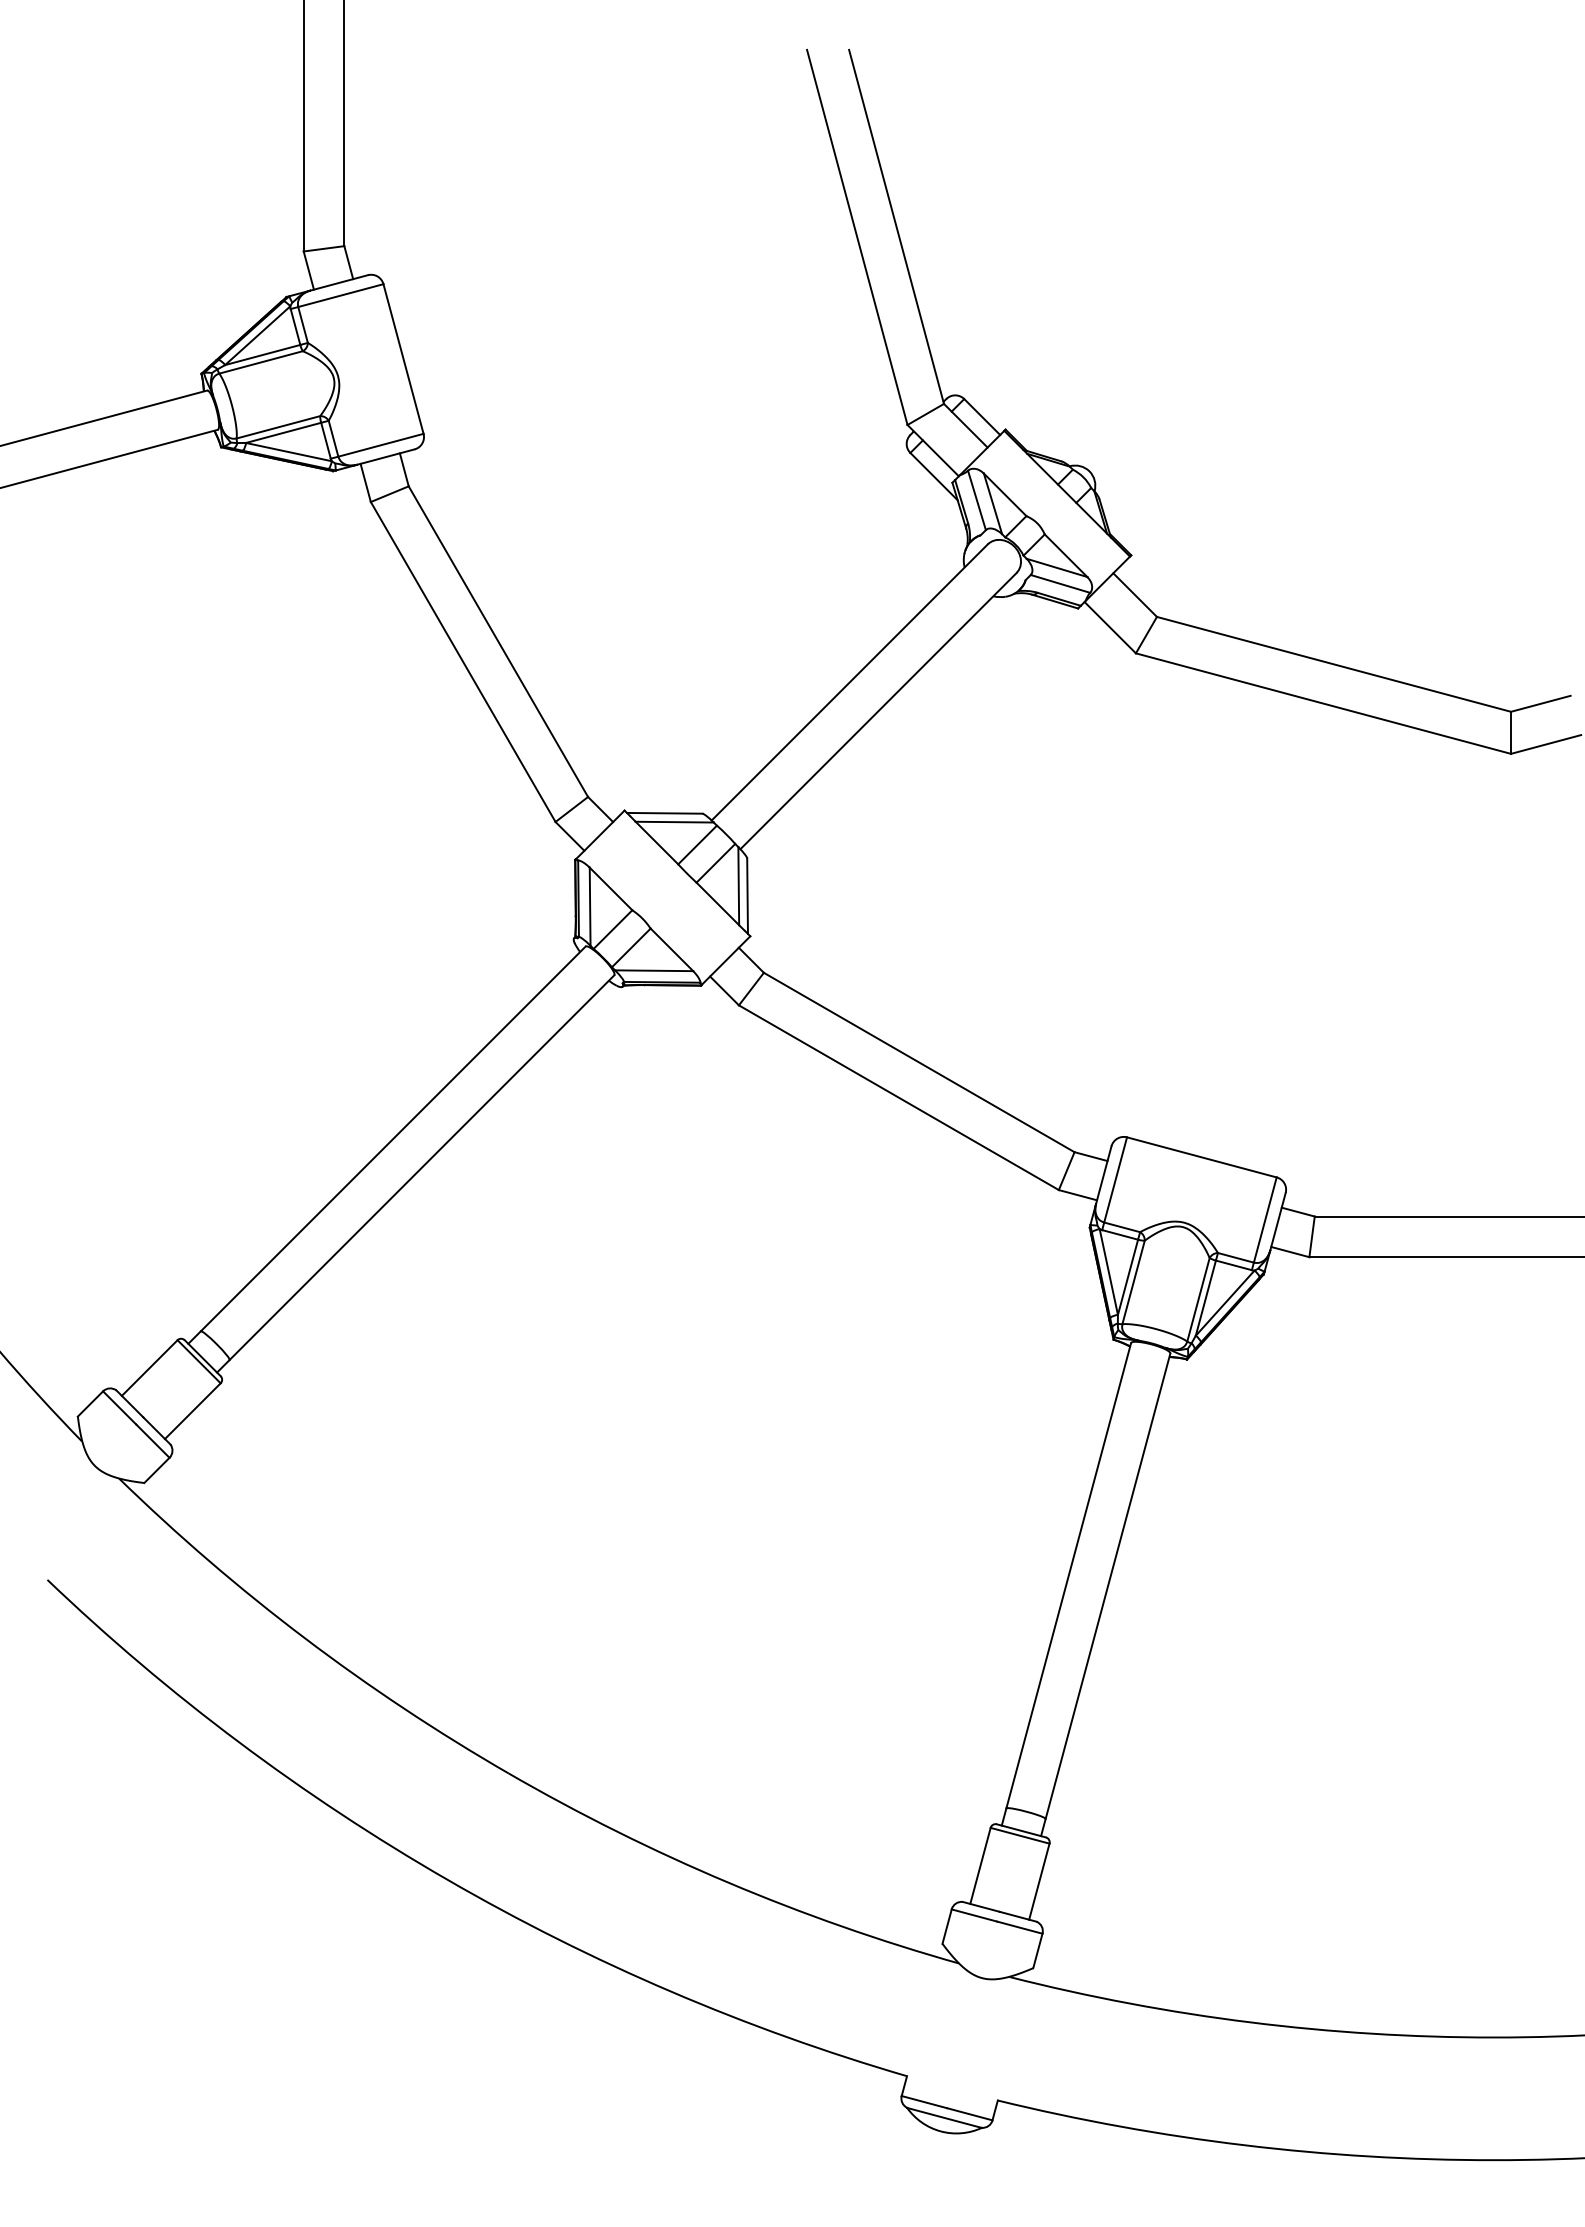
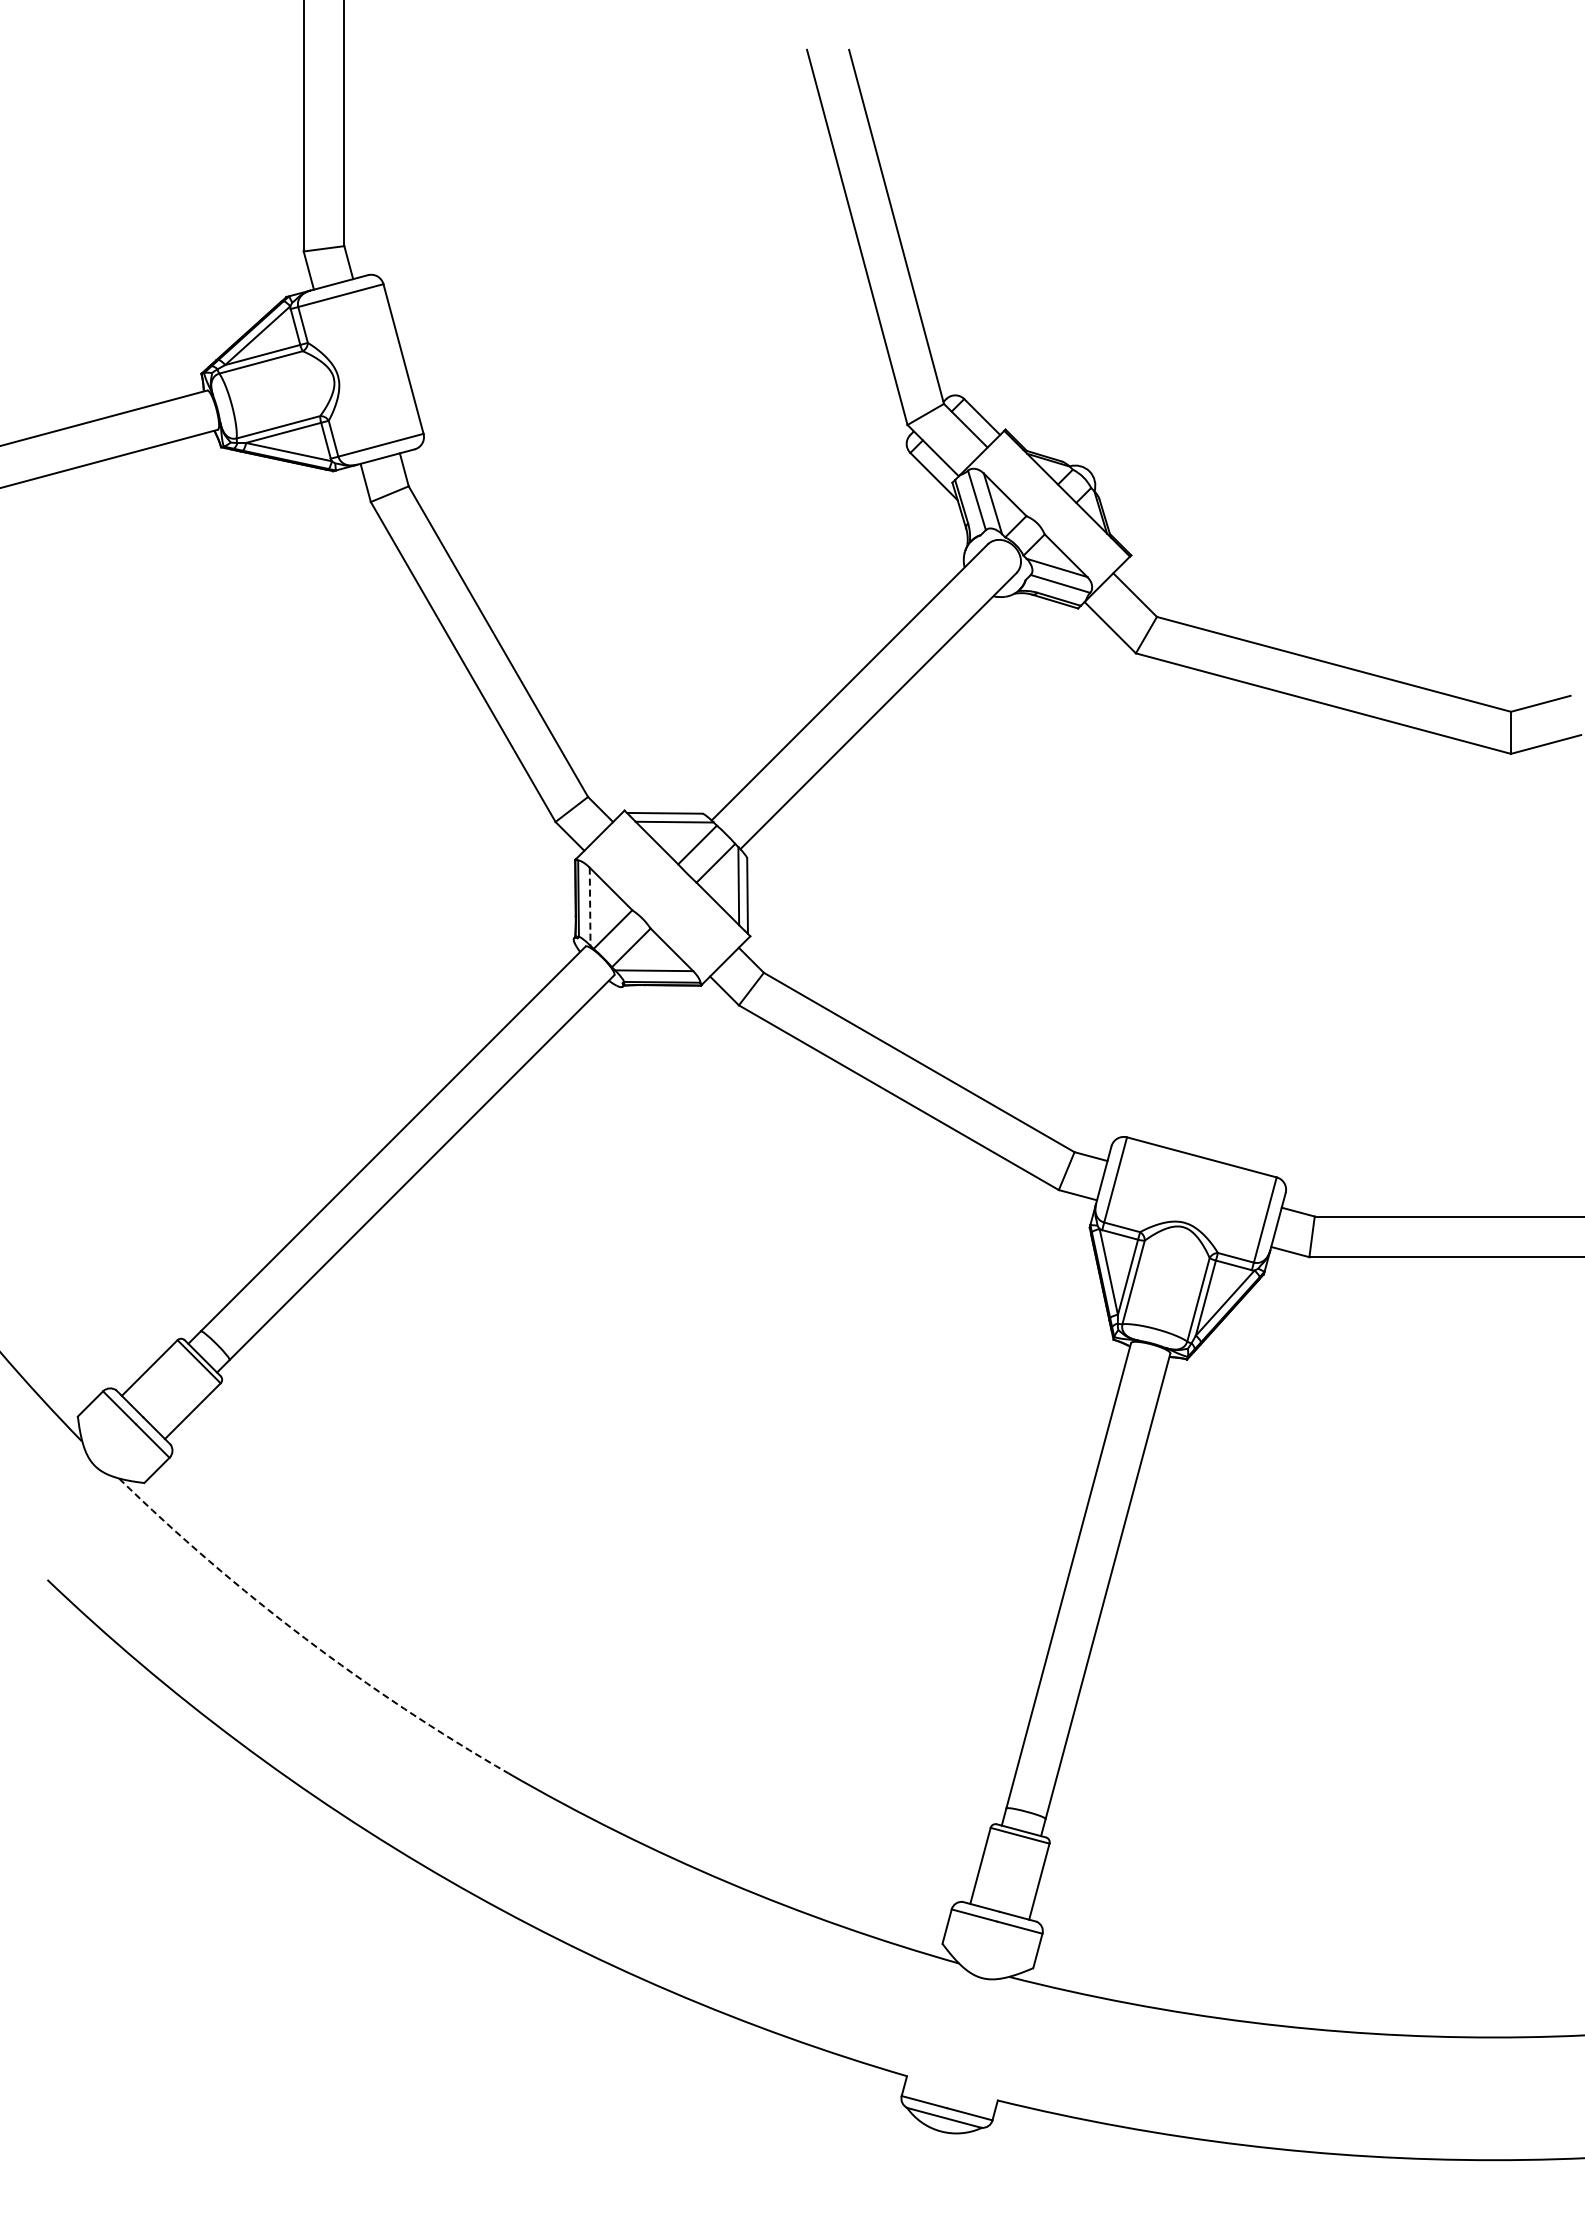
line at (590, 907): solid -> dashed
arc at (304, 1638): solid -> dashed
